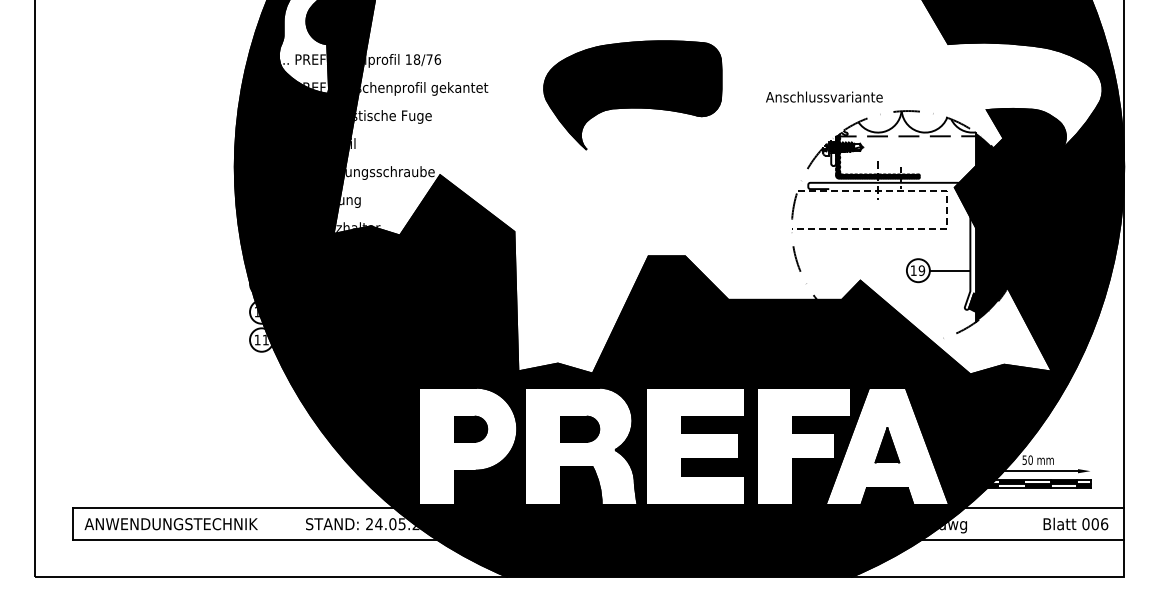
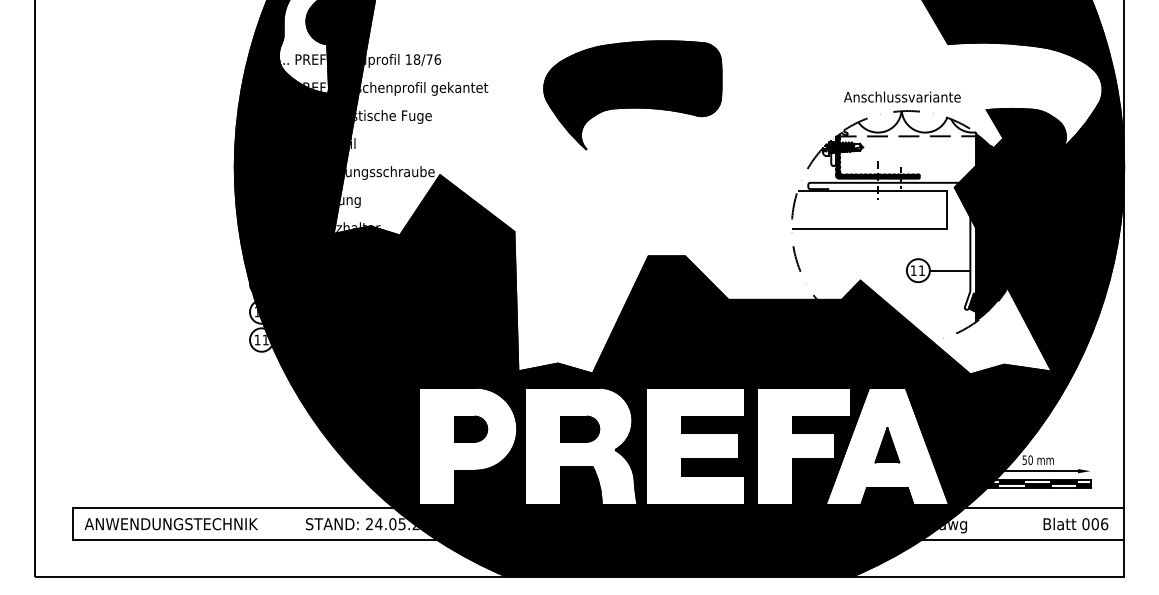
text at (824, 96) position: (824, 96) -> (902, 96)
line at (947, 213): dashed -> solid
text at (921, 270): 19 -> 11
